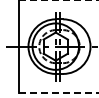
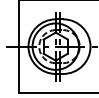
line at (59, 0): dashed -> solid
line at (59, 93): dashed -> solid
